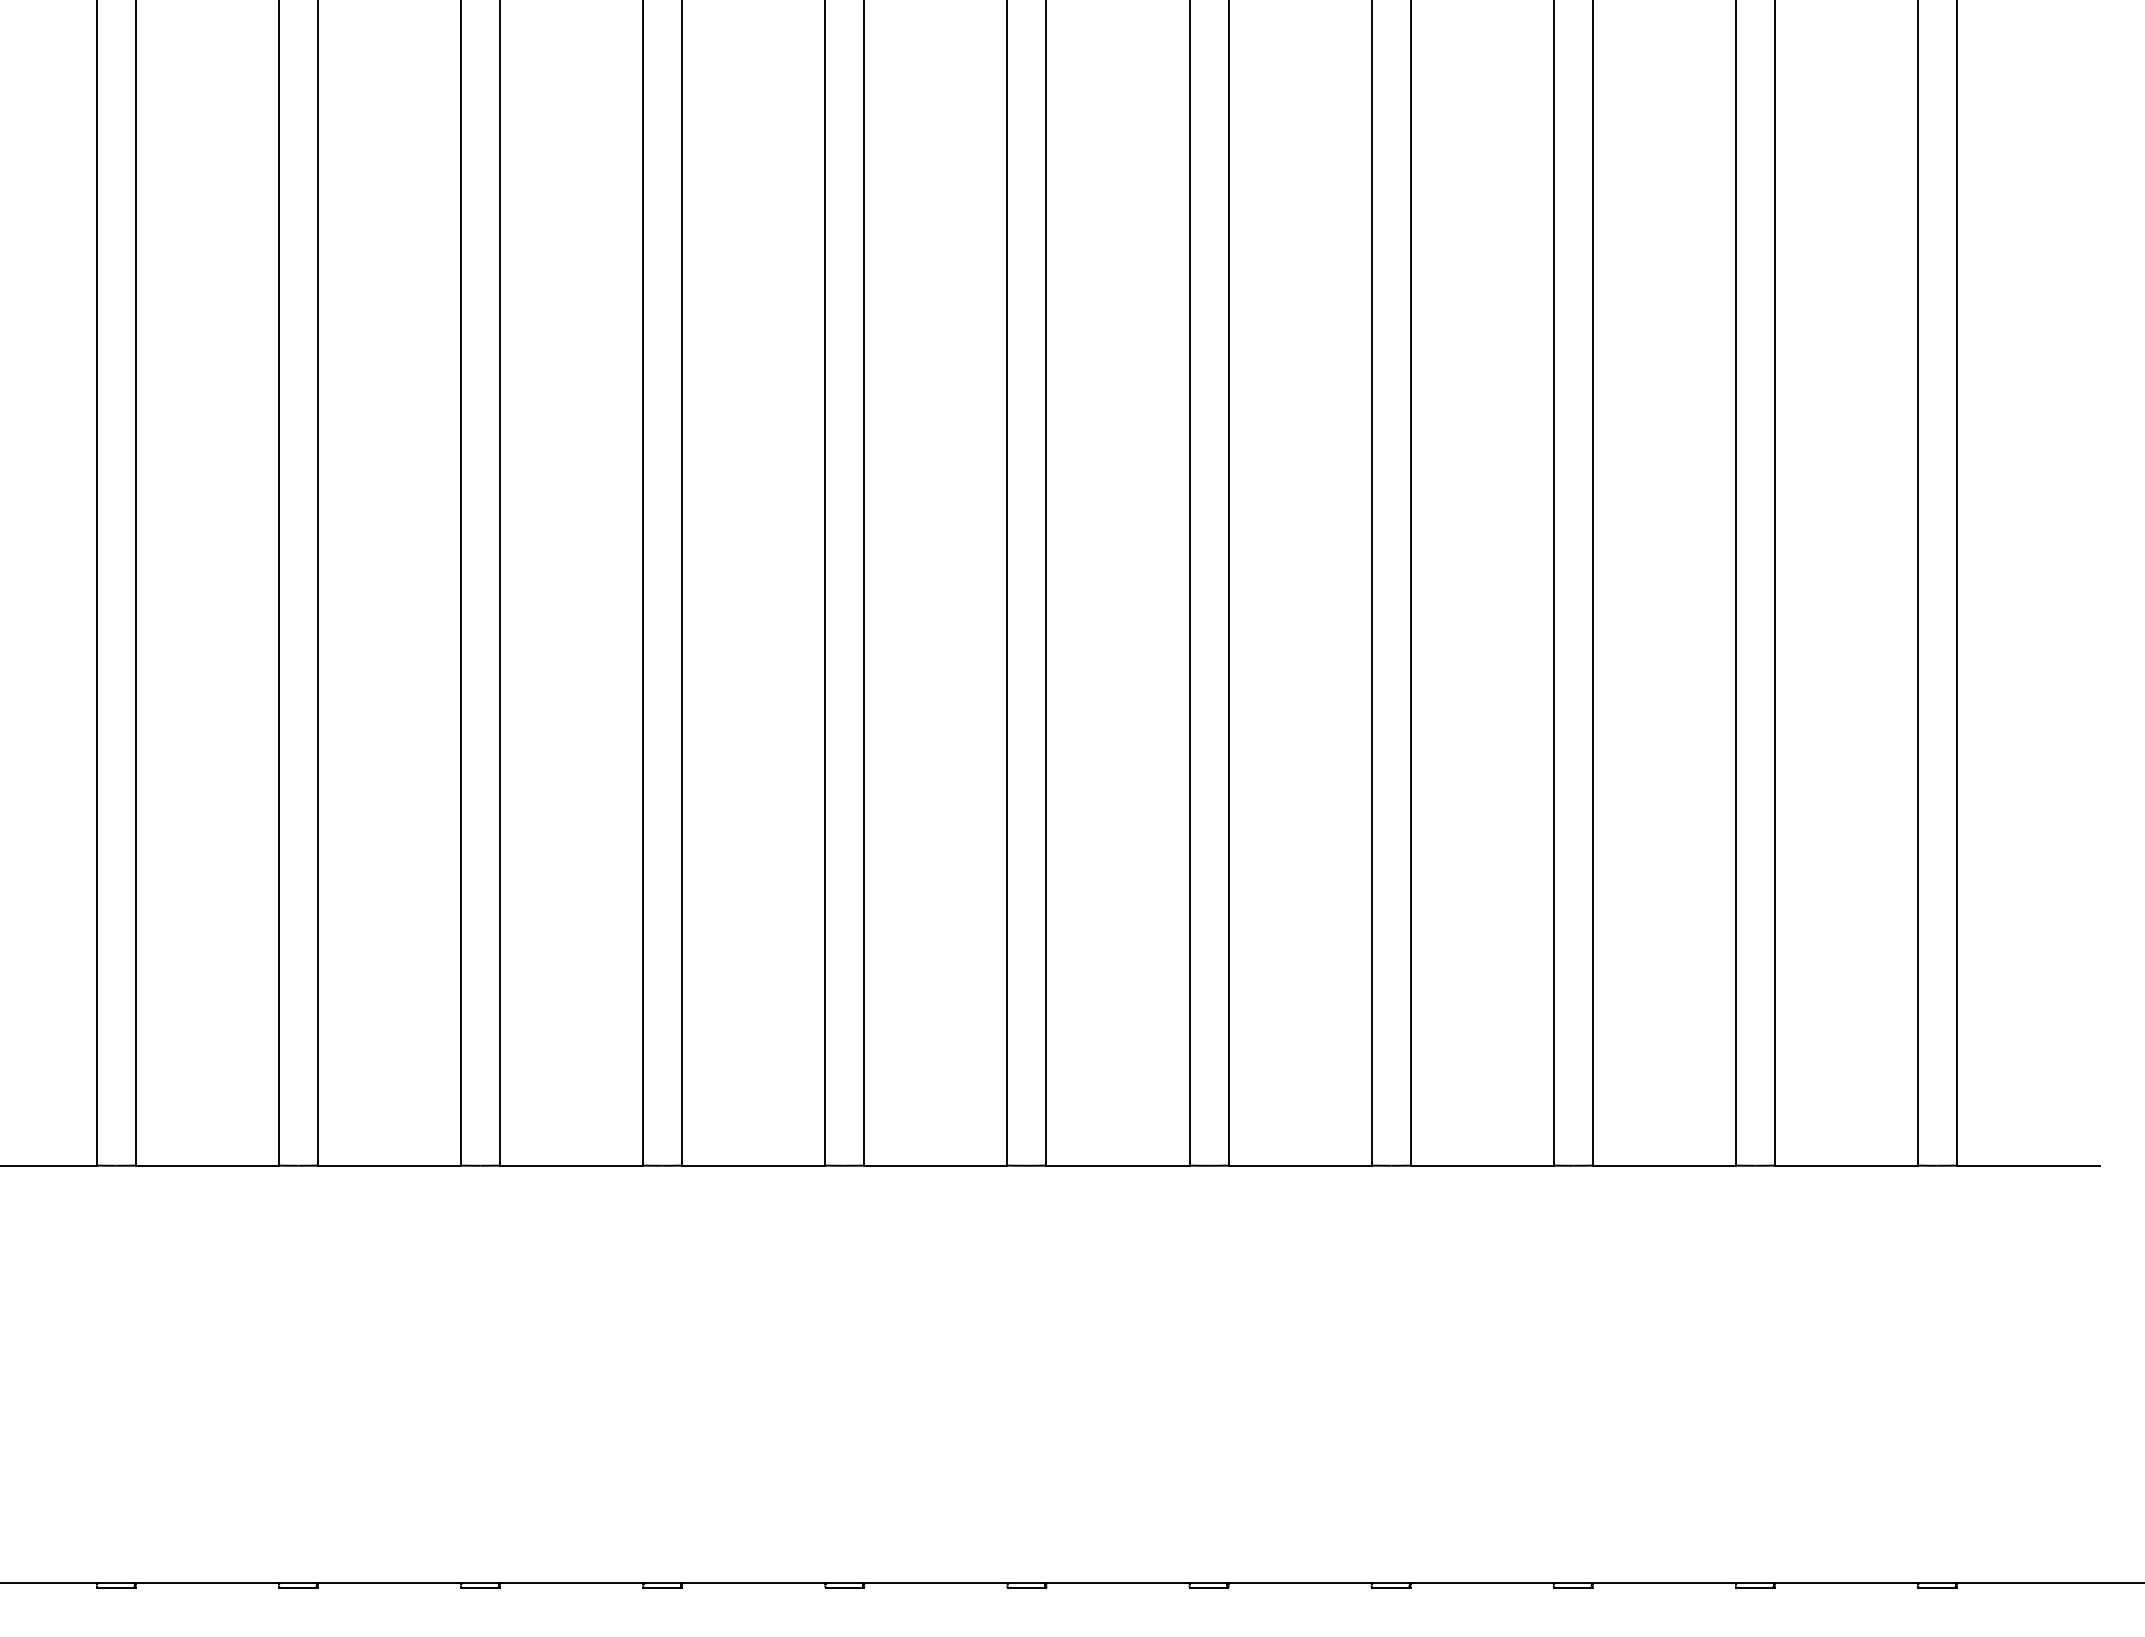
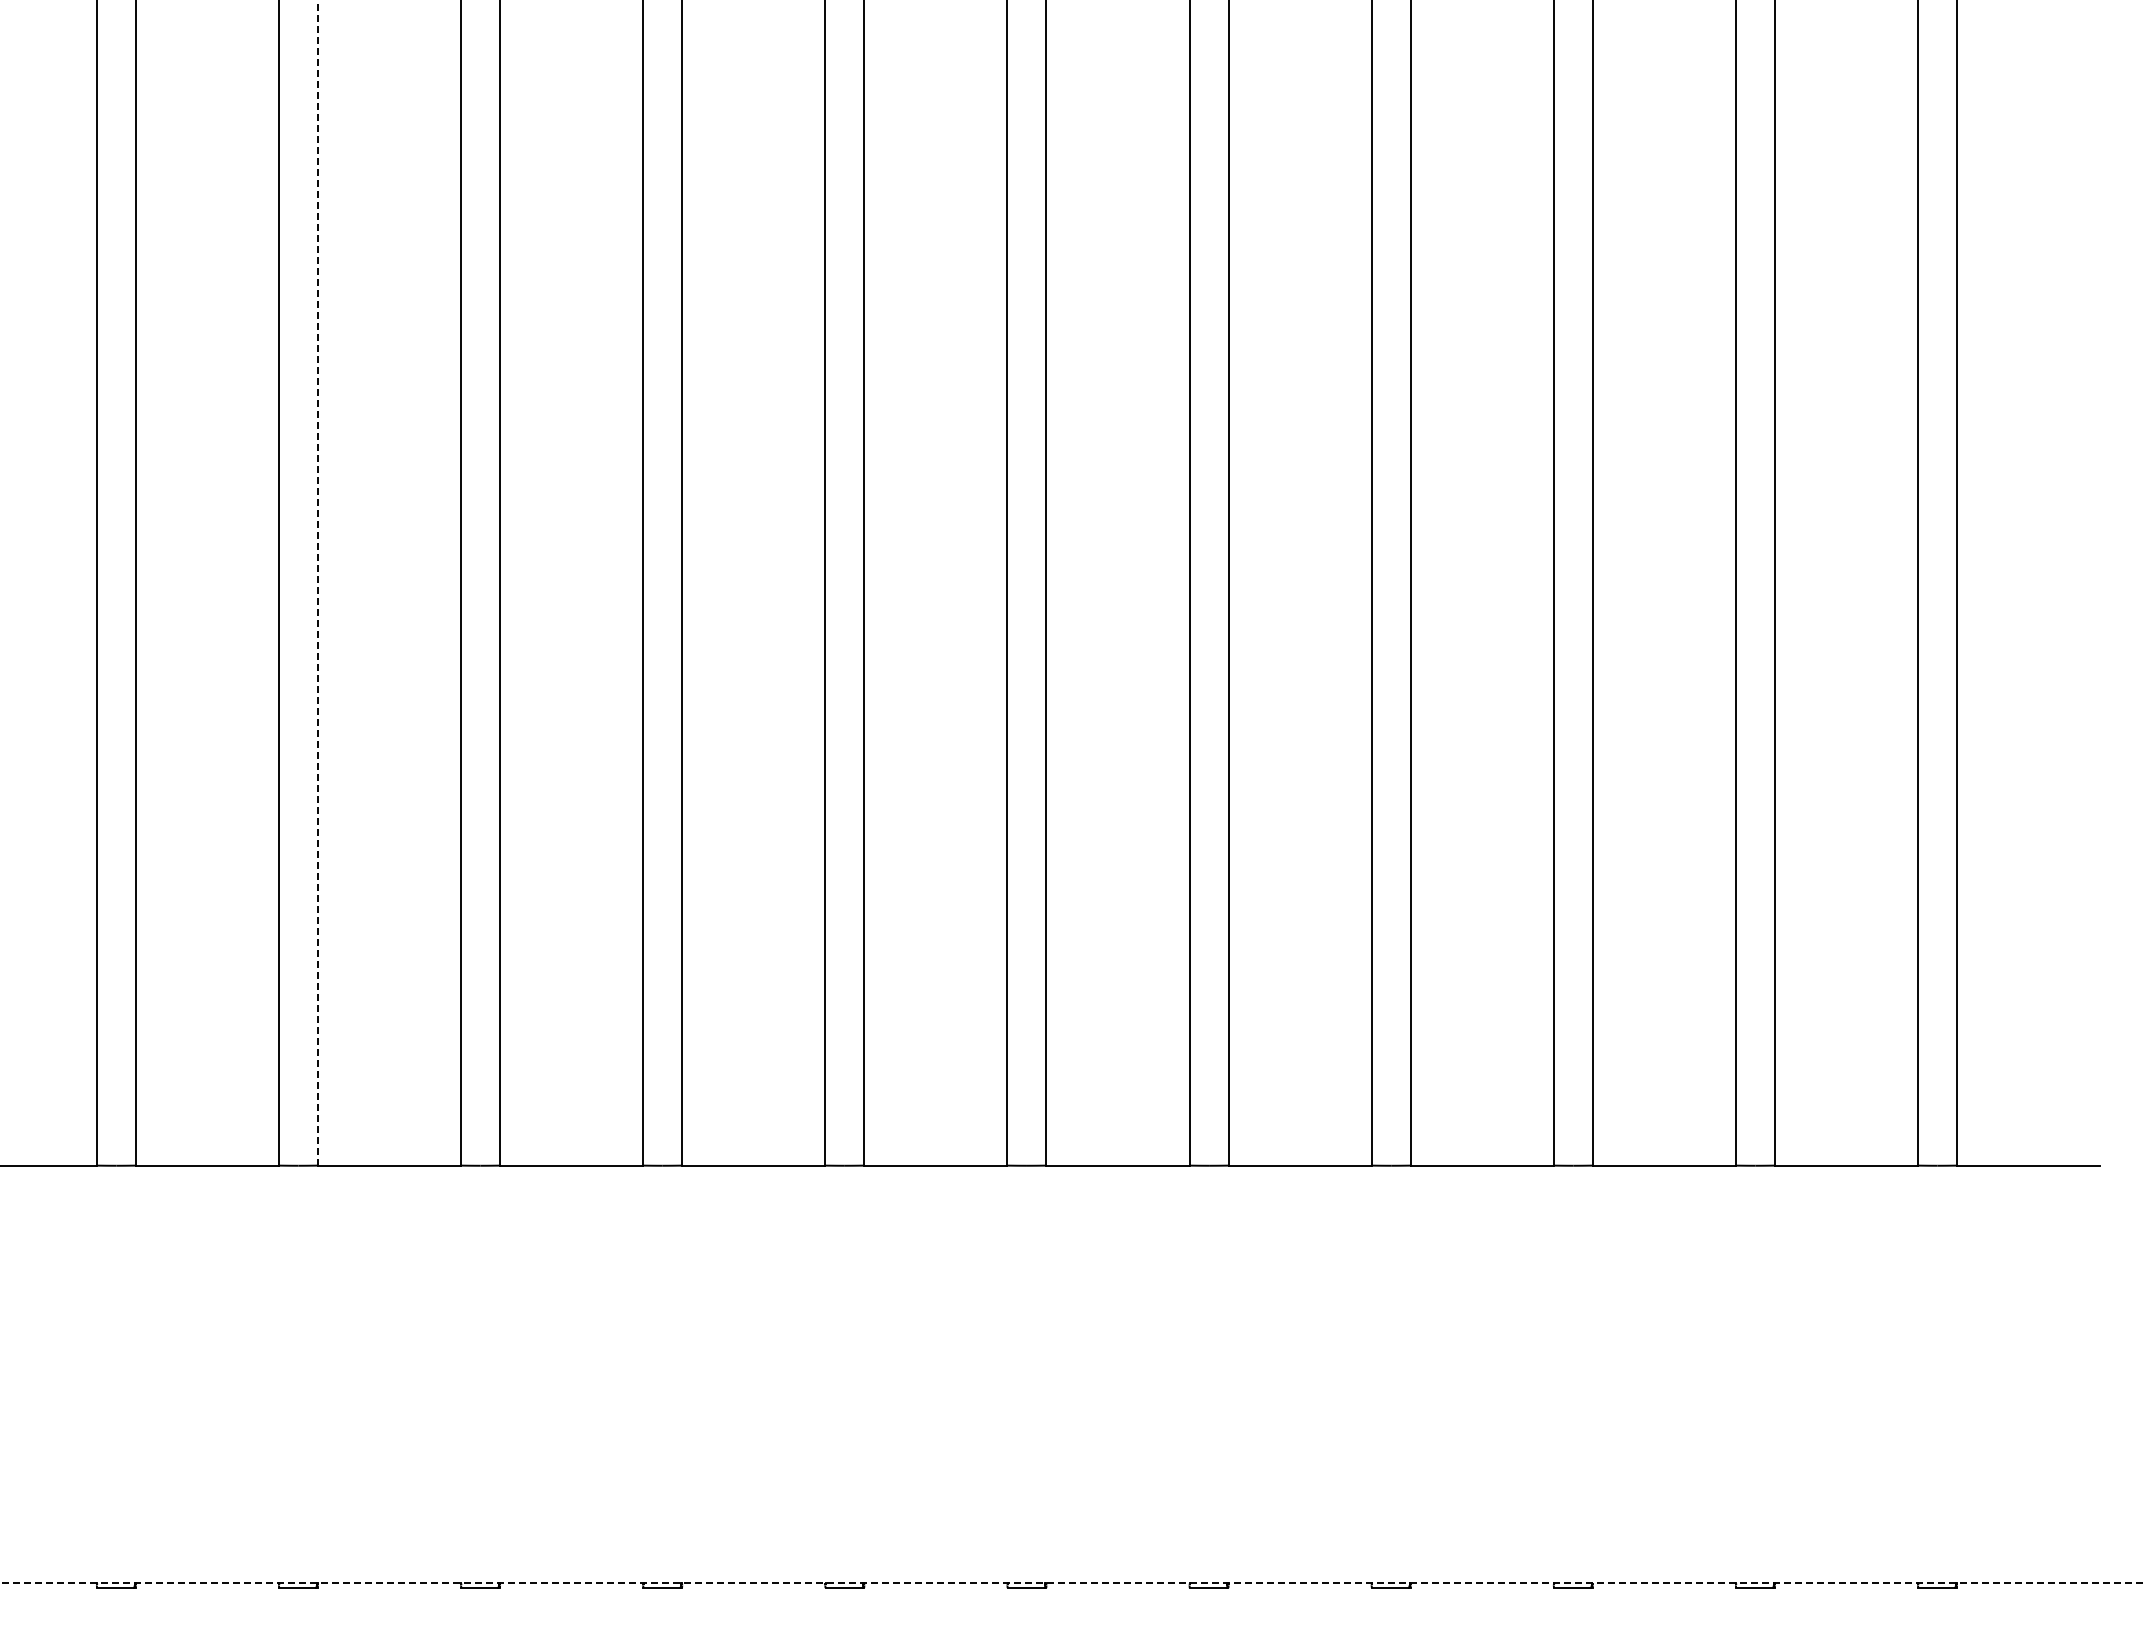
line at (318, 582): solid -> dashed
line at (1073, 1582): solid -> dashed
